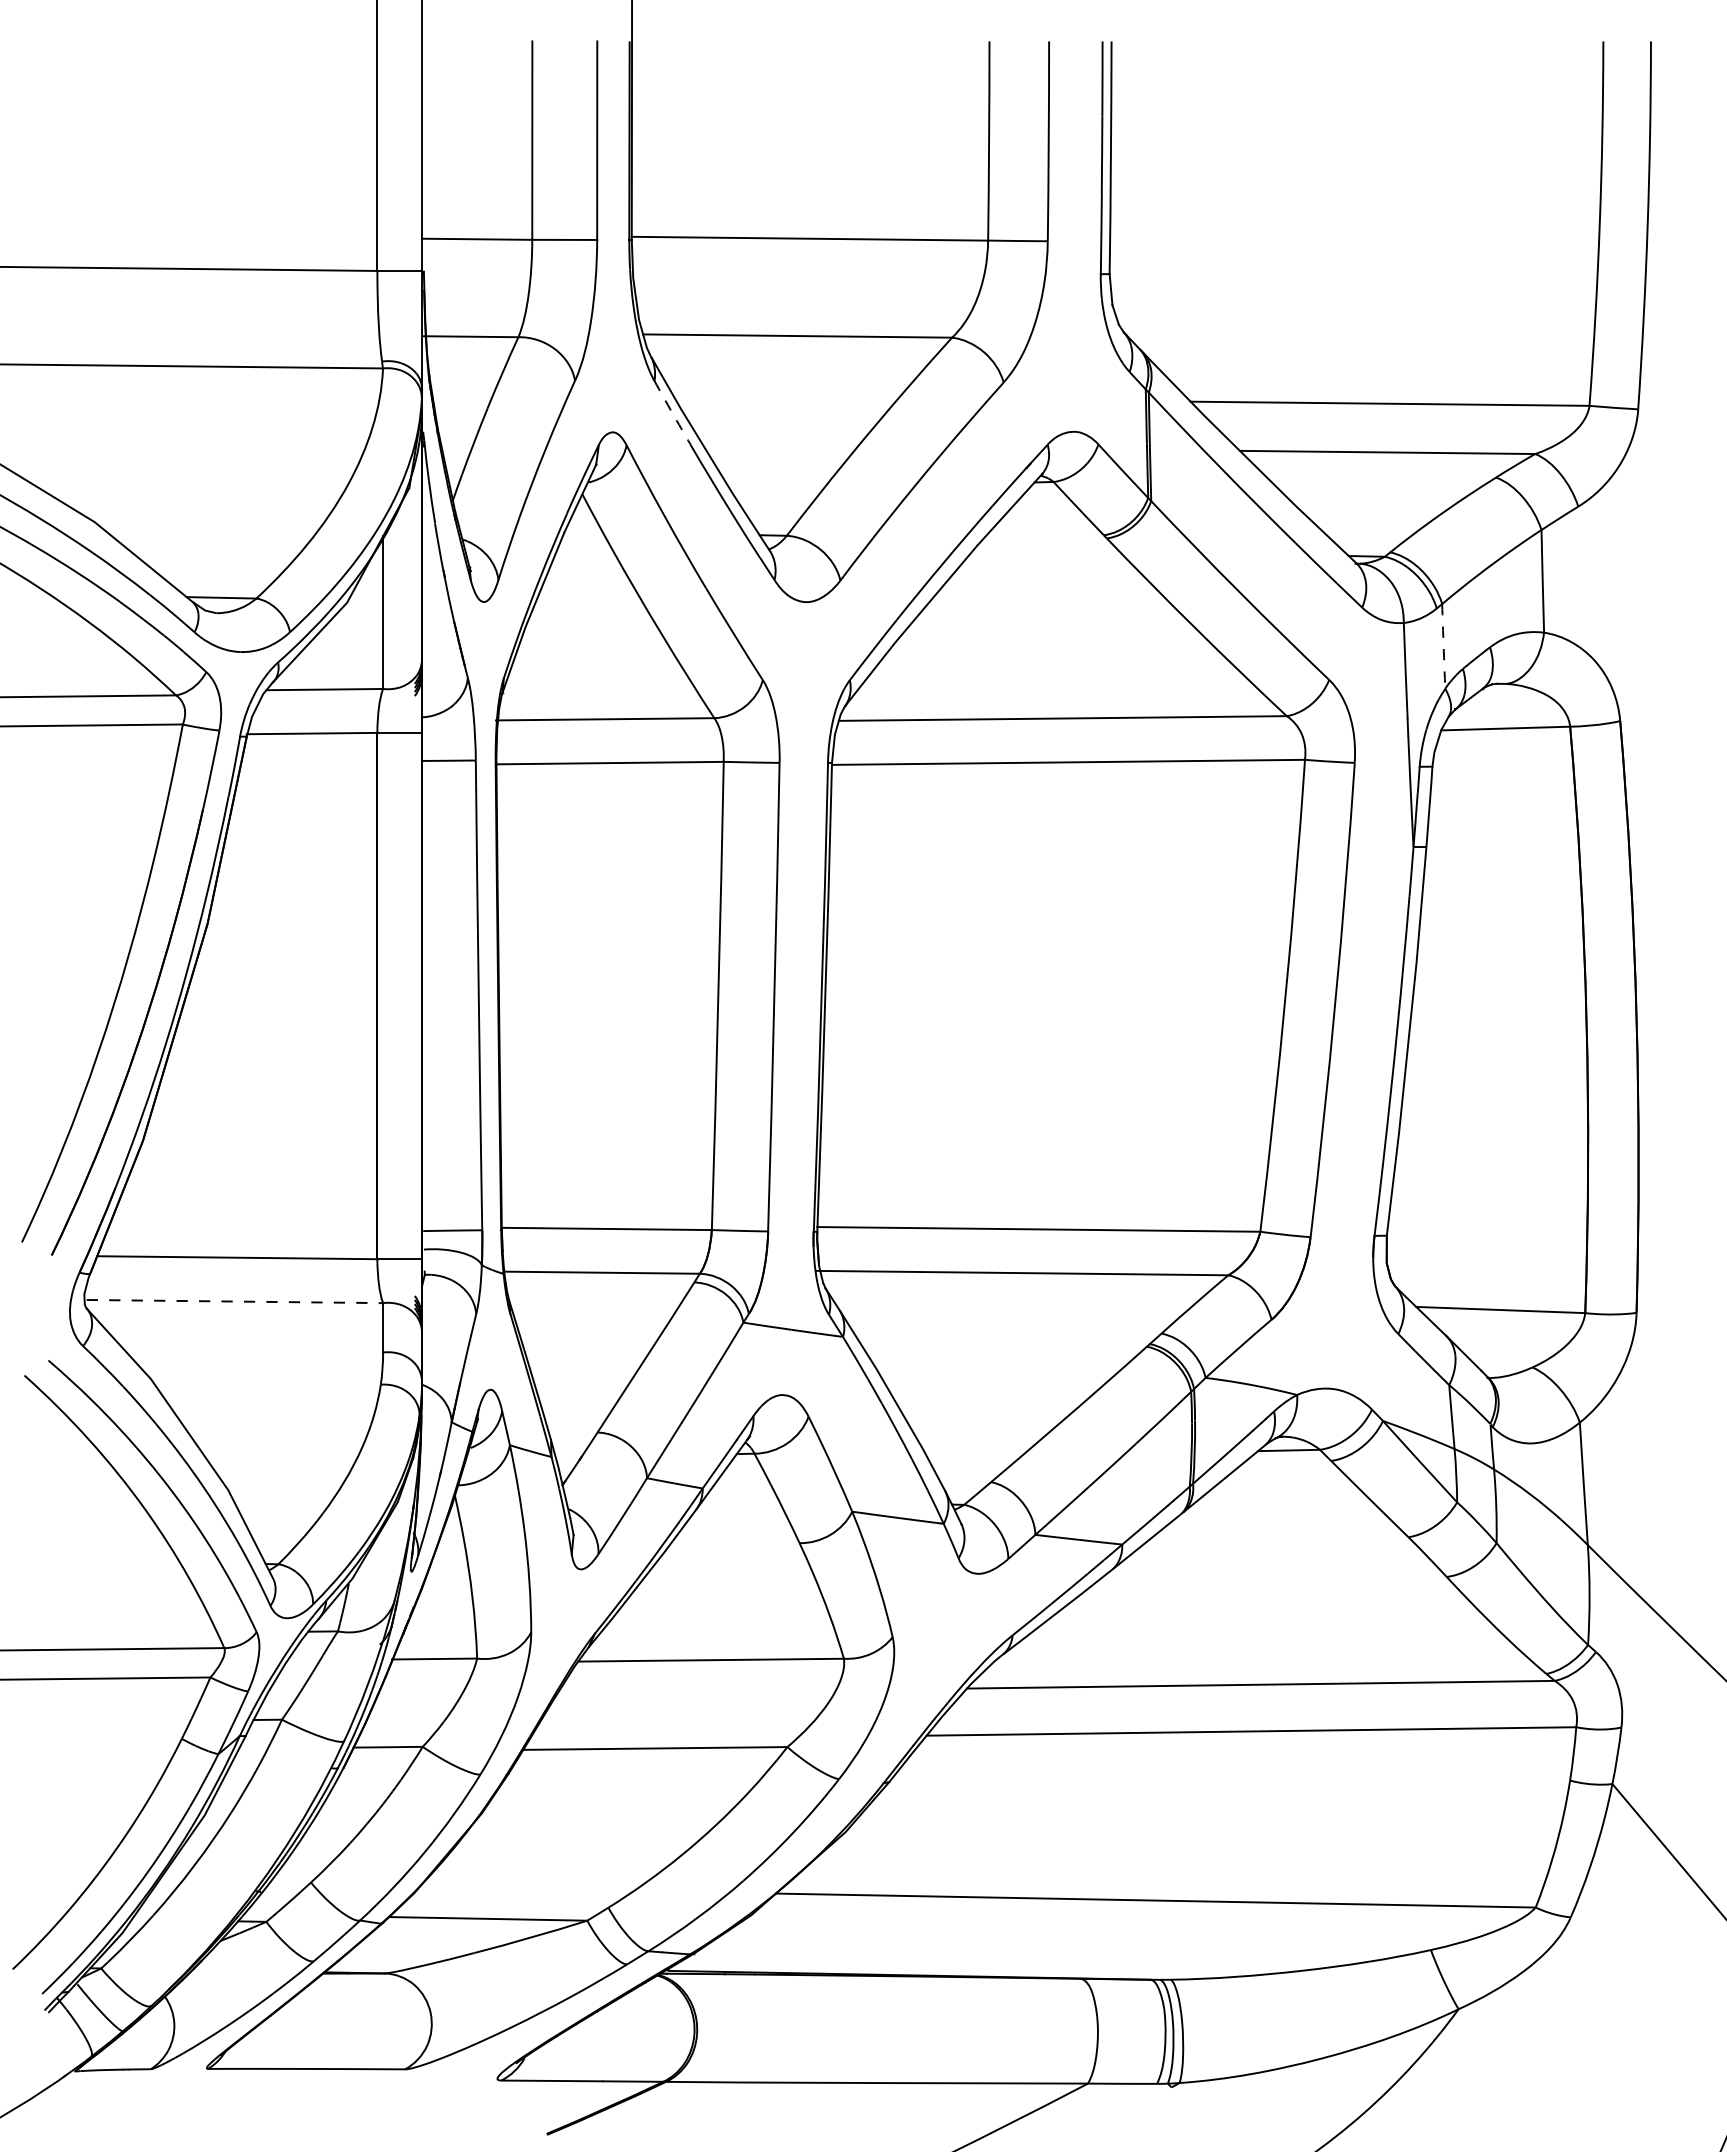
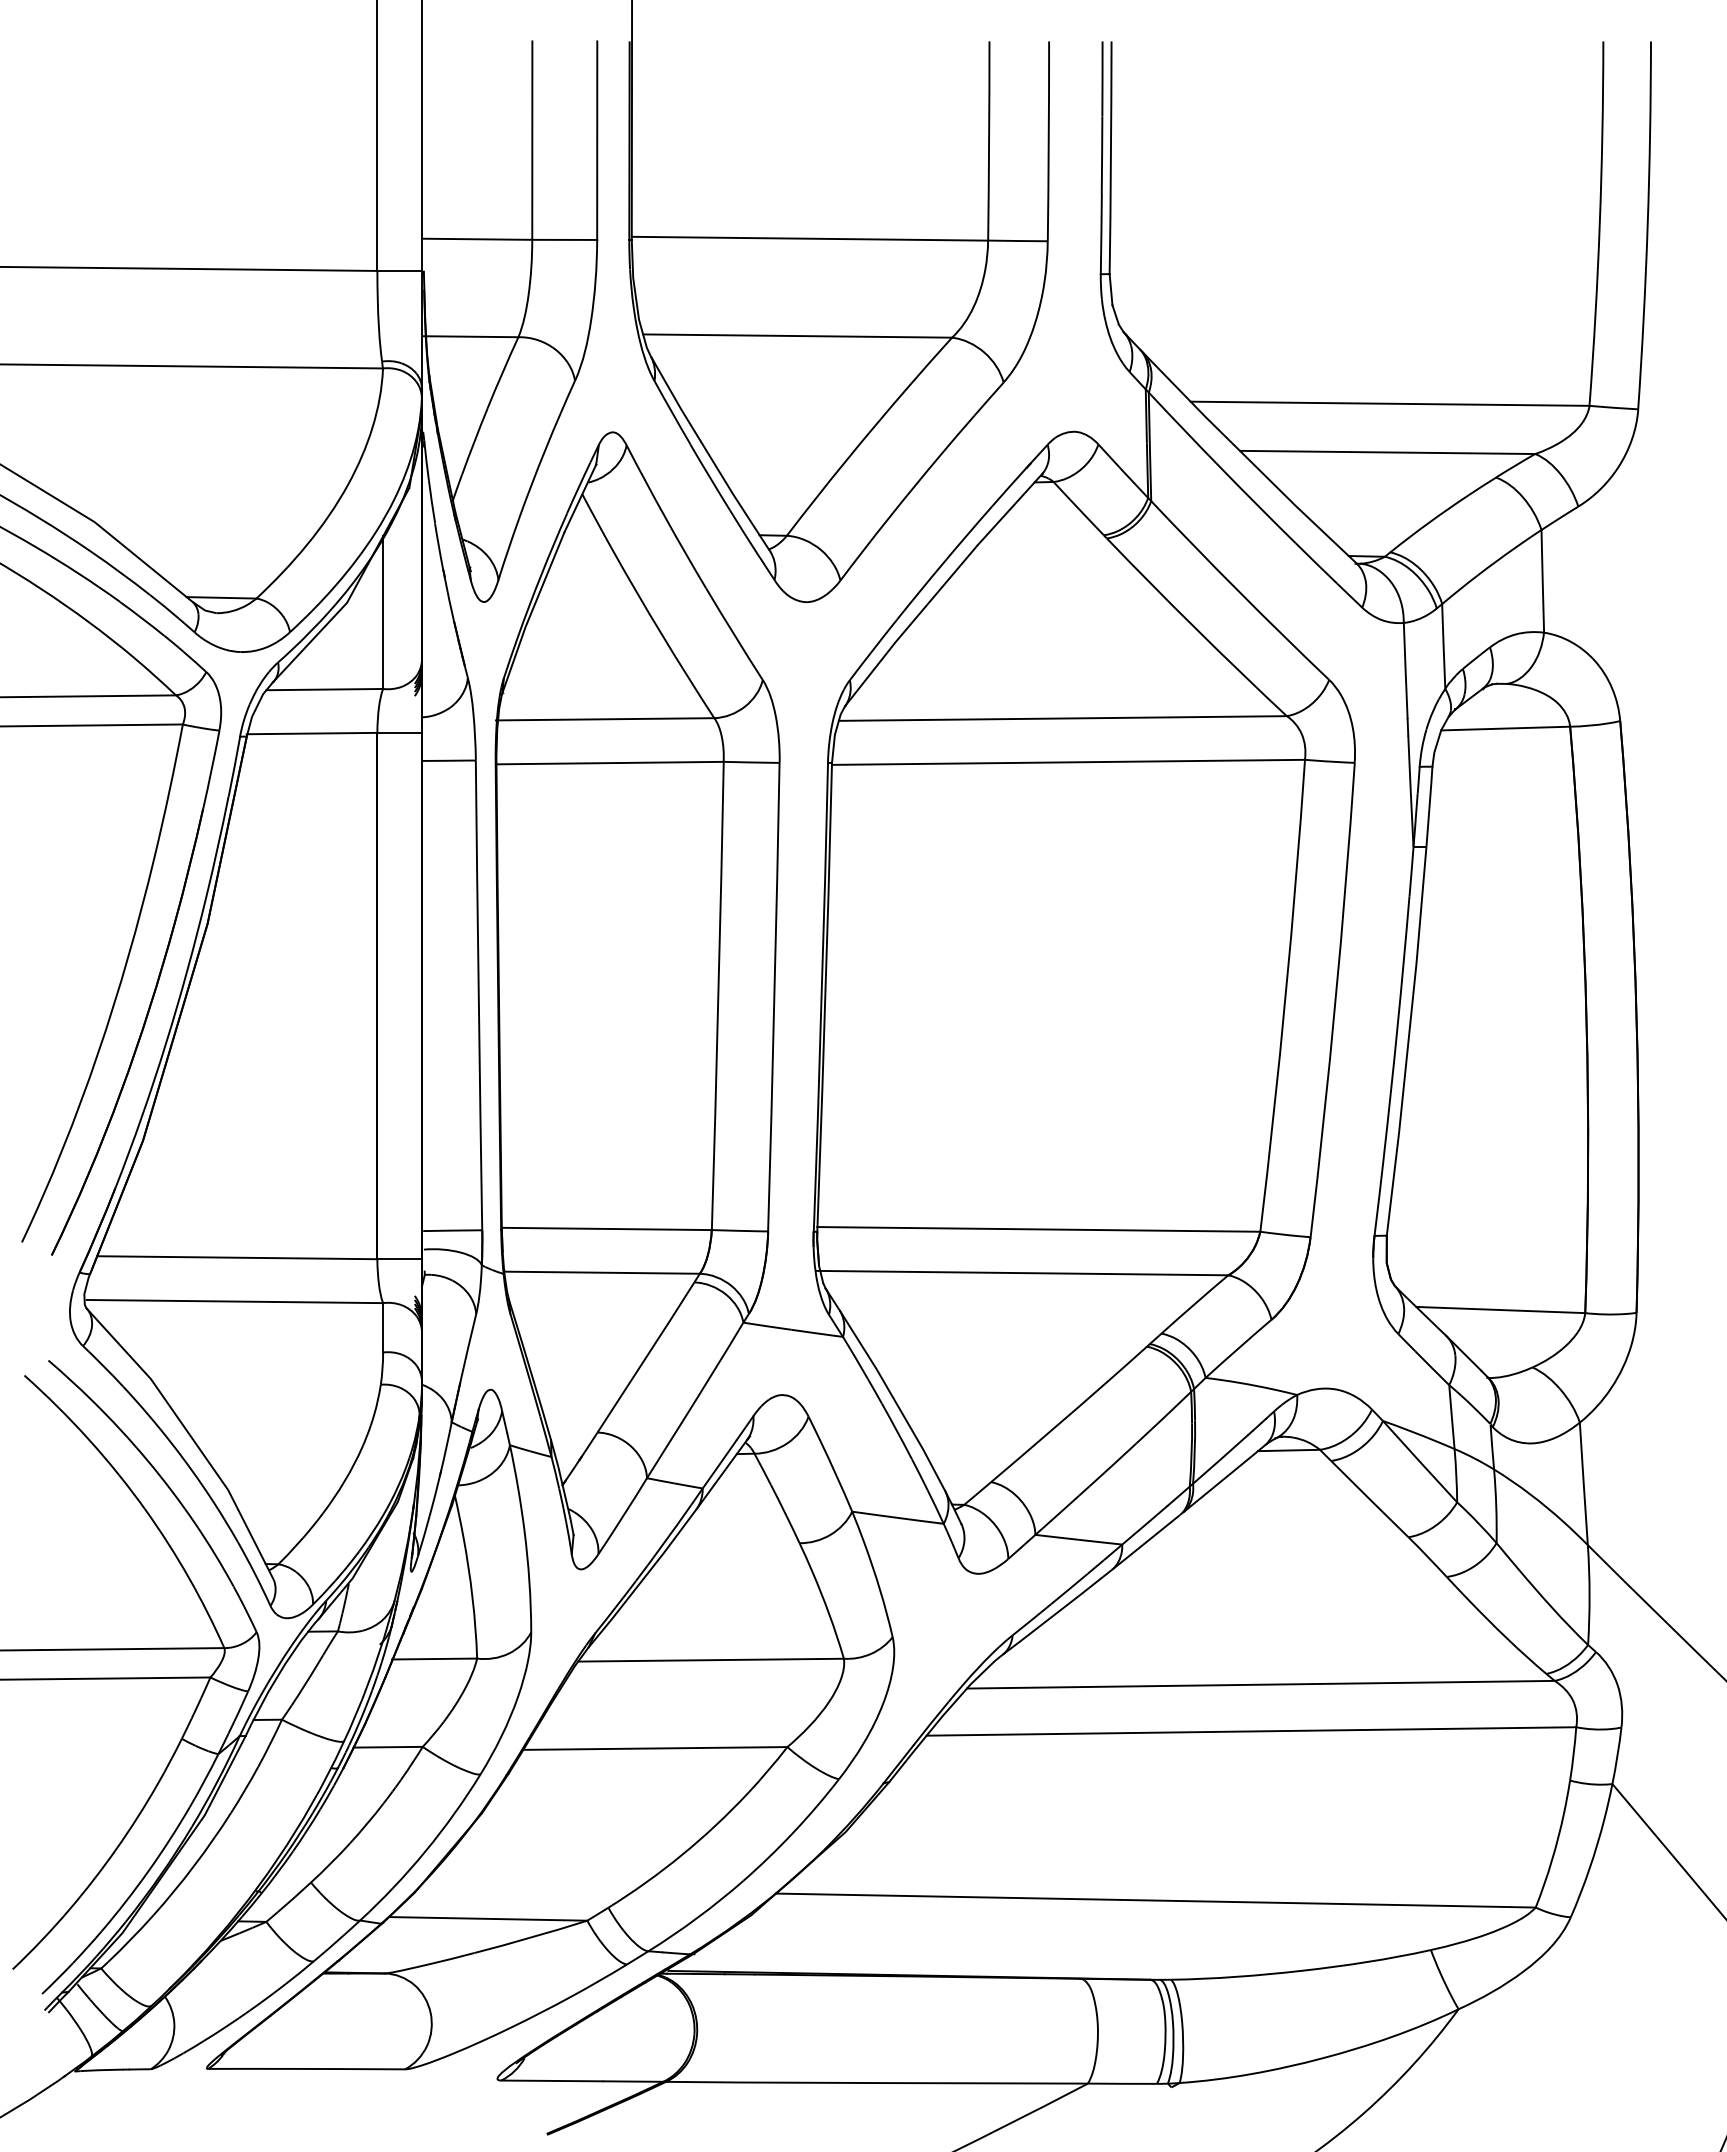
arc at (672, 412): dashed -> solid
arc at (1443, 646): dashed -> solid
line at (235, 1301): dashed -> solid
